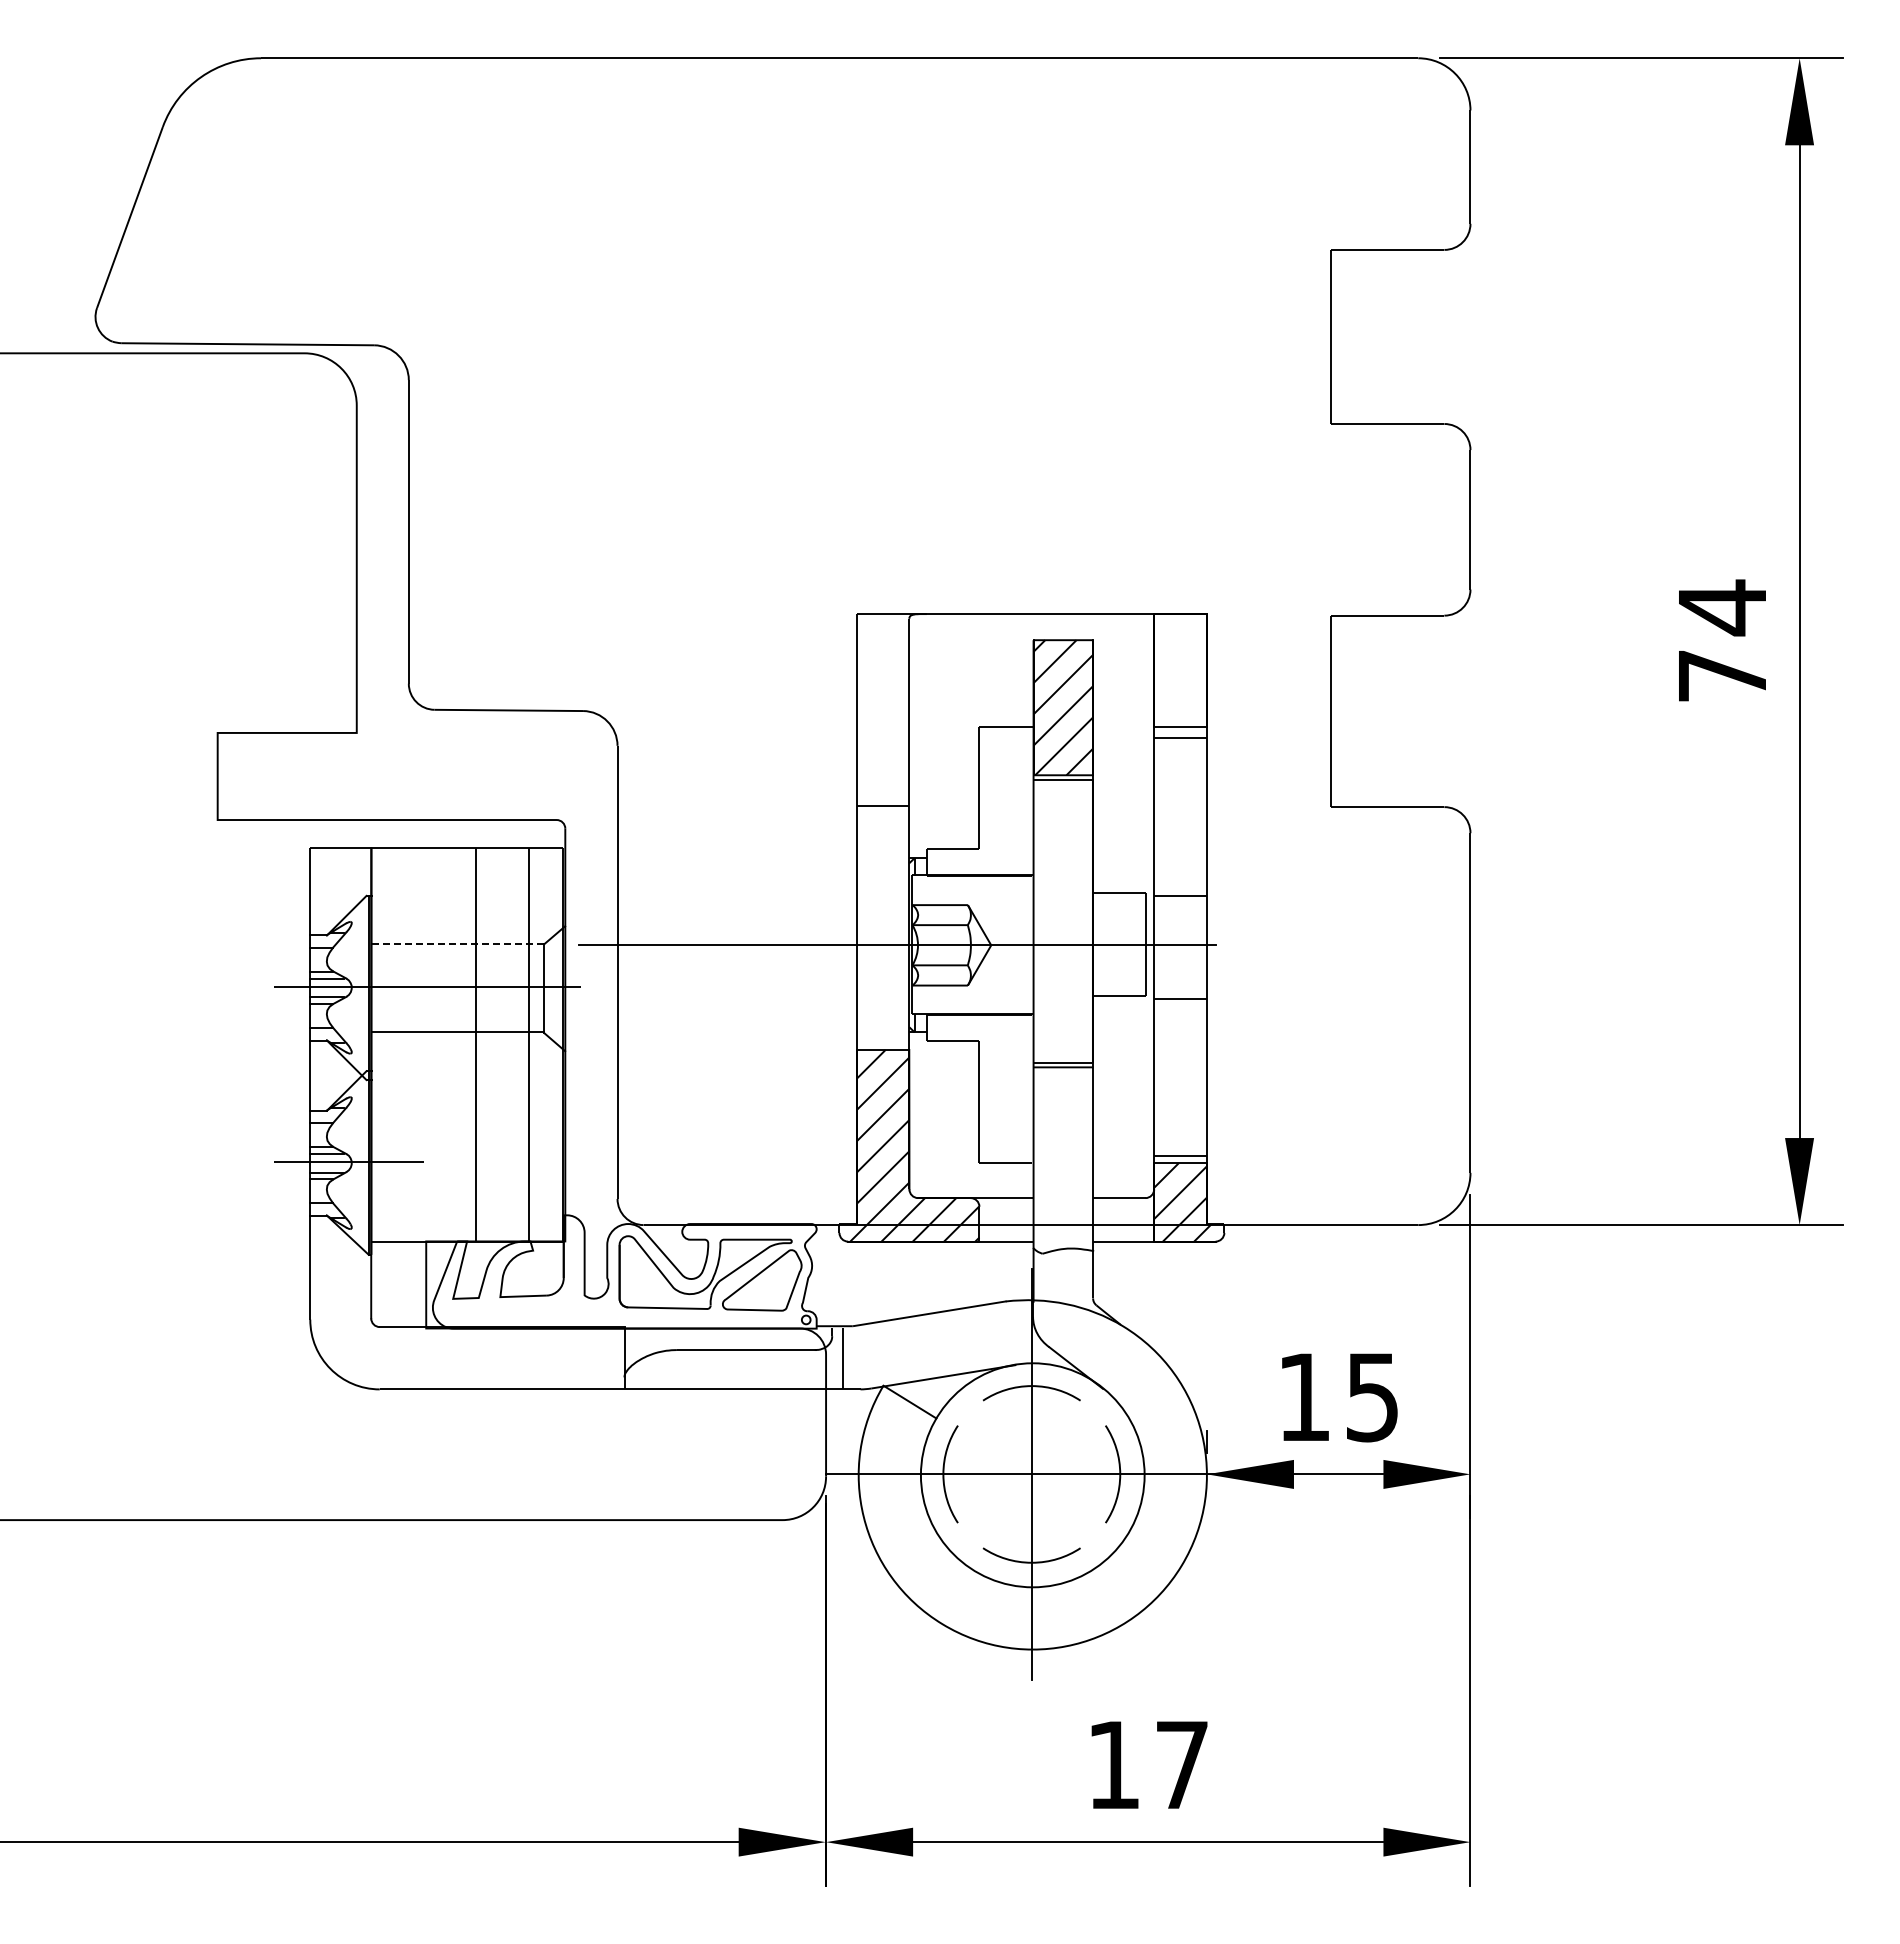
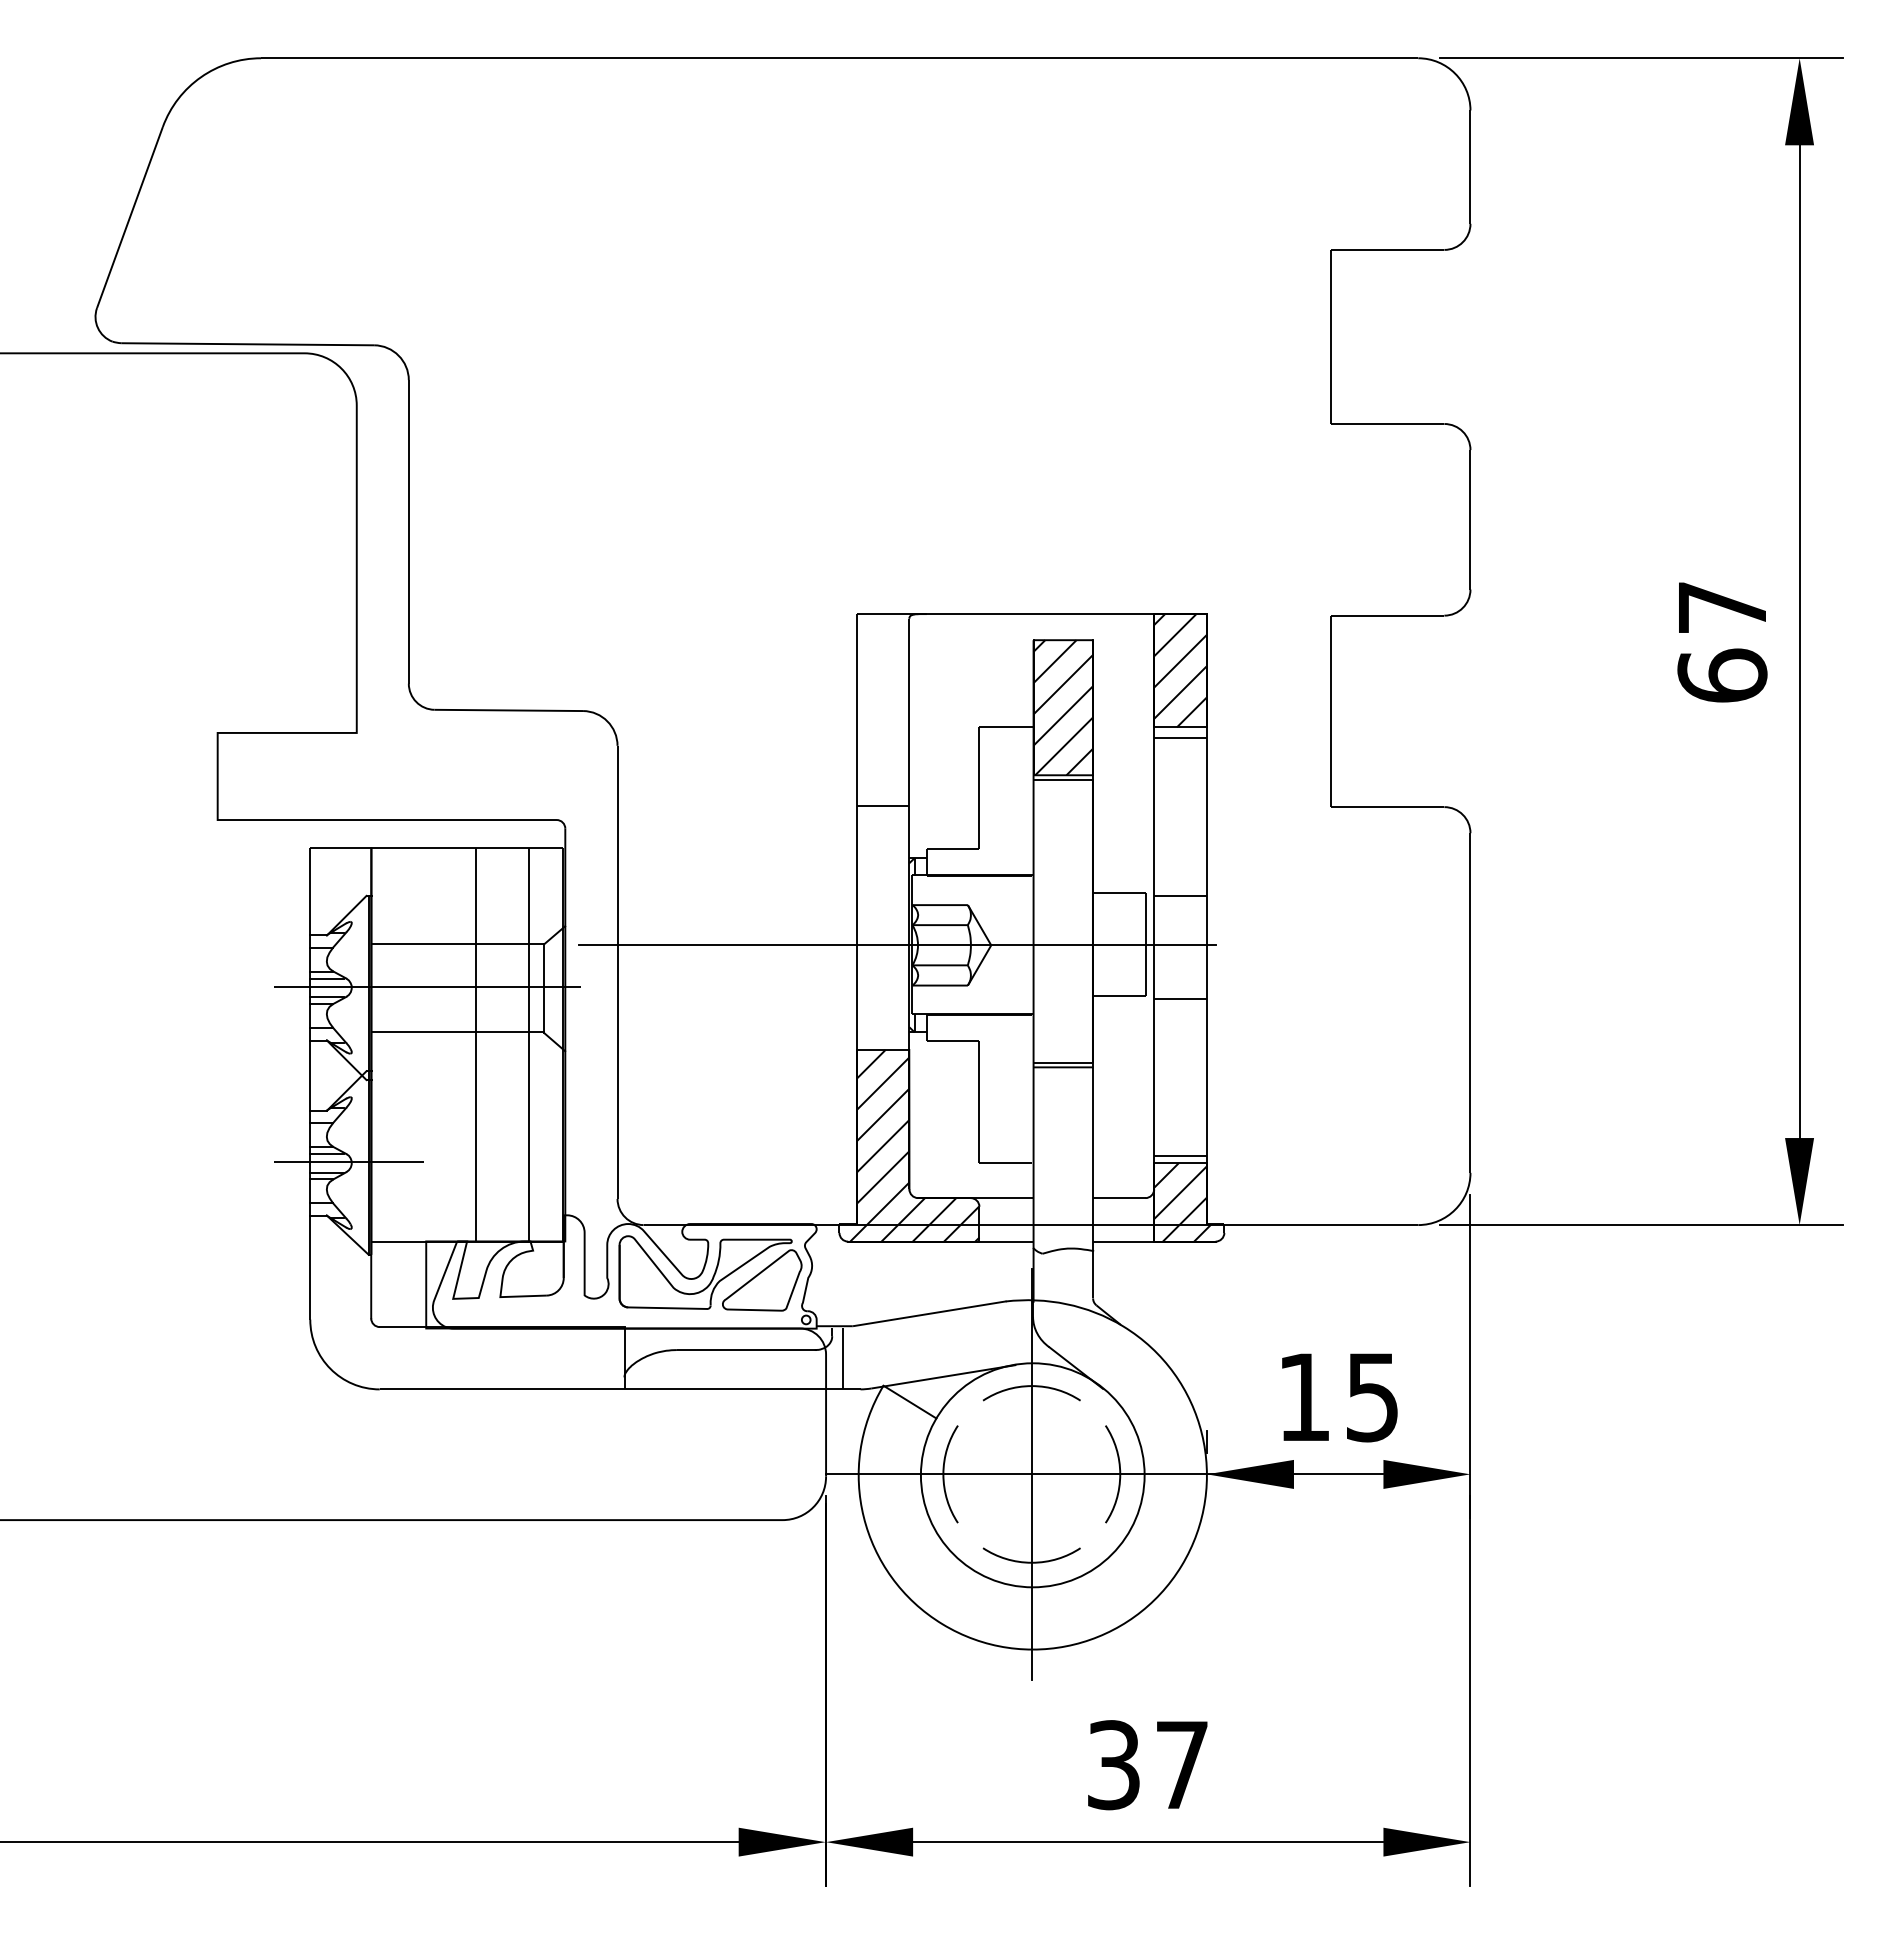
text at (1722, 640): 74 -> 67
hatch at (1180, 670): none -> present
line at (457, 944): dashed -> solid
text at (1113, 1765): 17 -> 37
